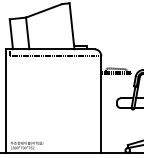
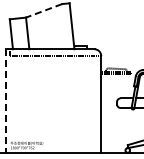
line at (43, 11): solid -> dashed
line at (6, 101): solid -> dashed
